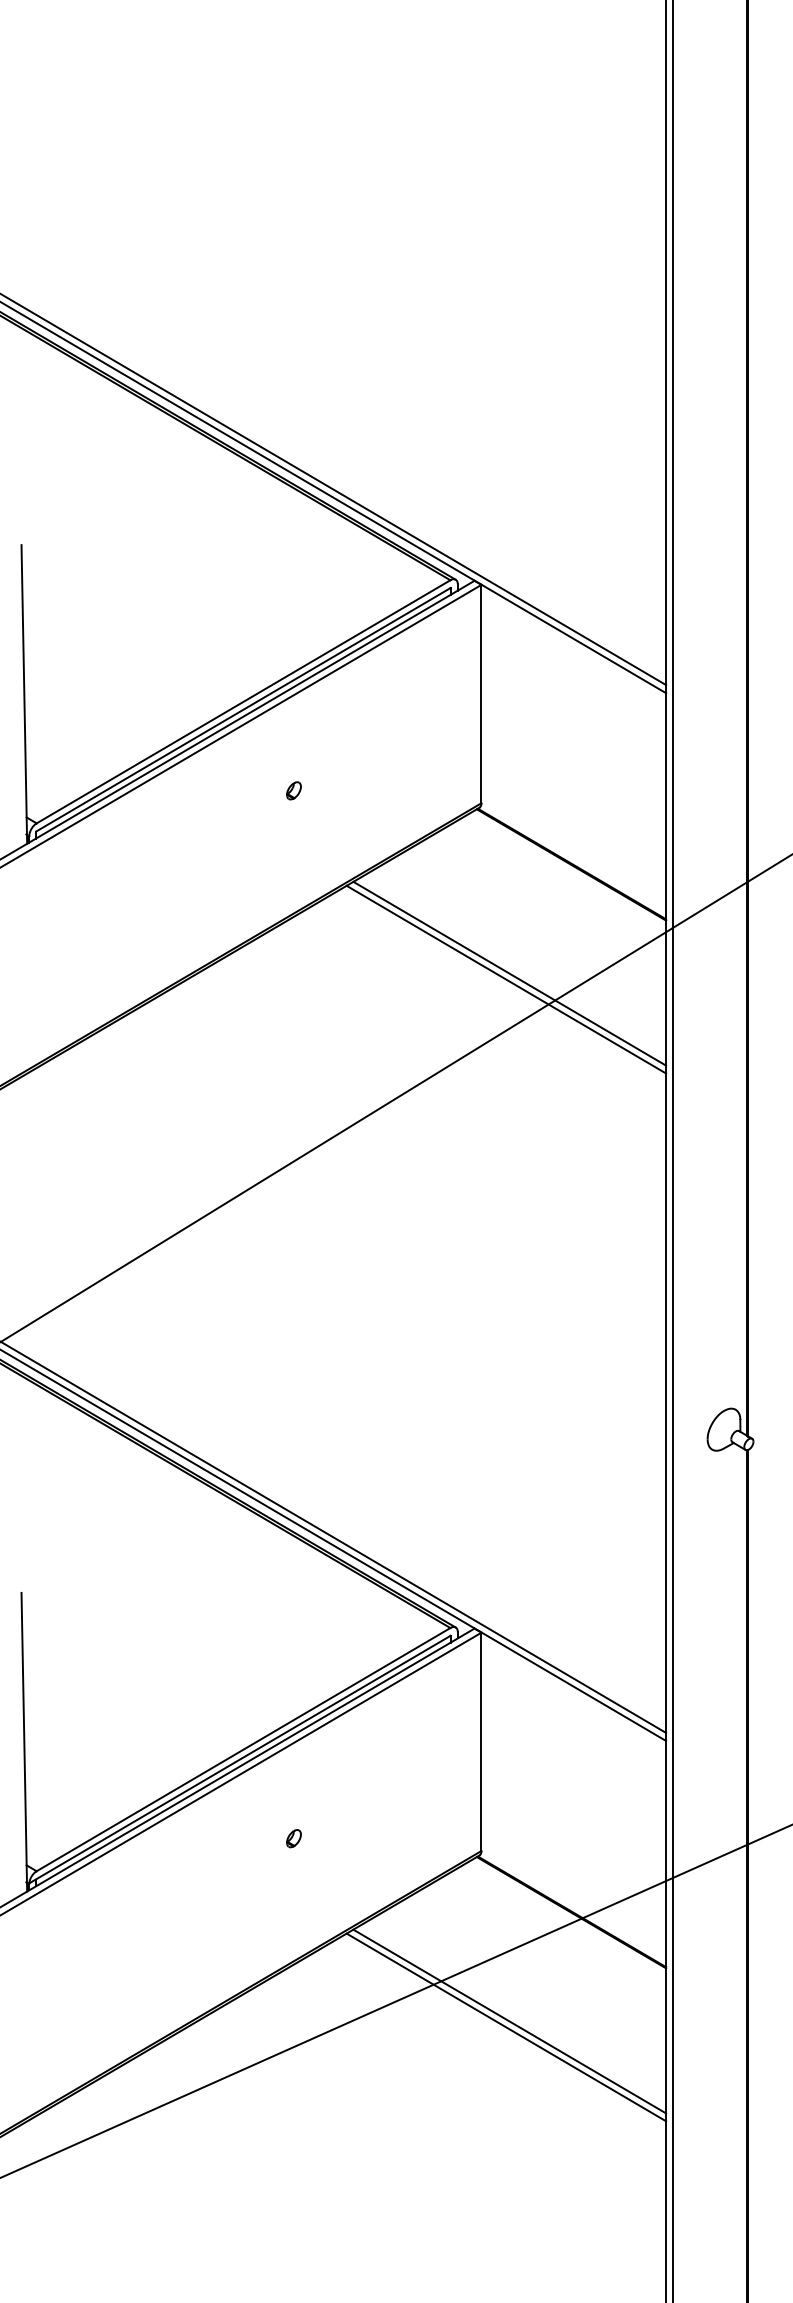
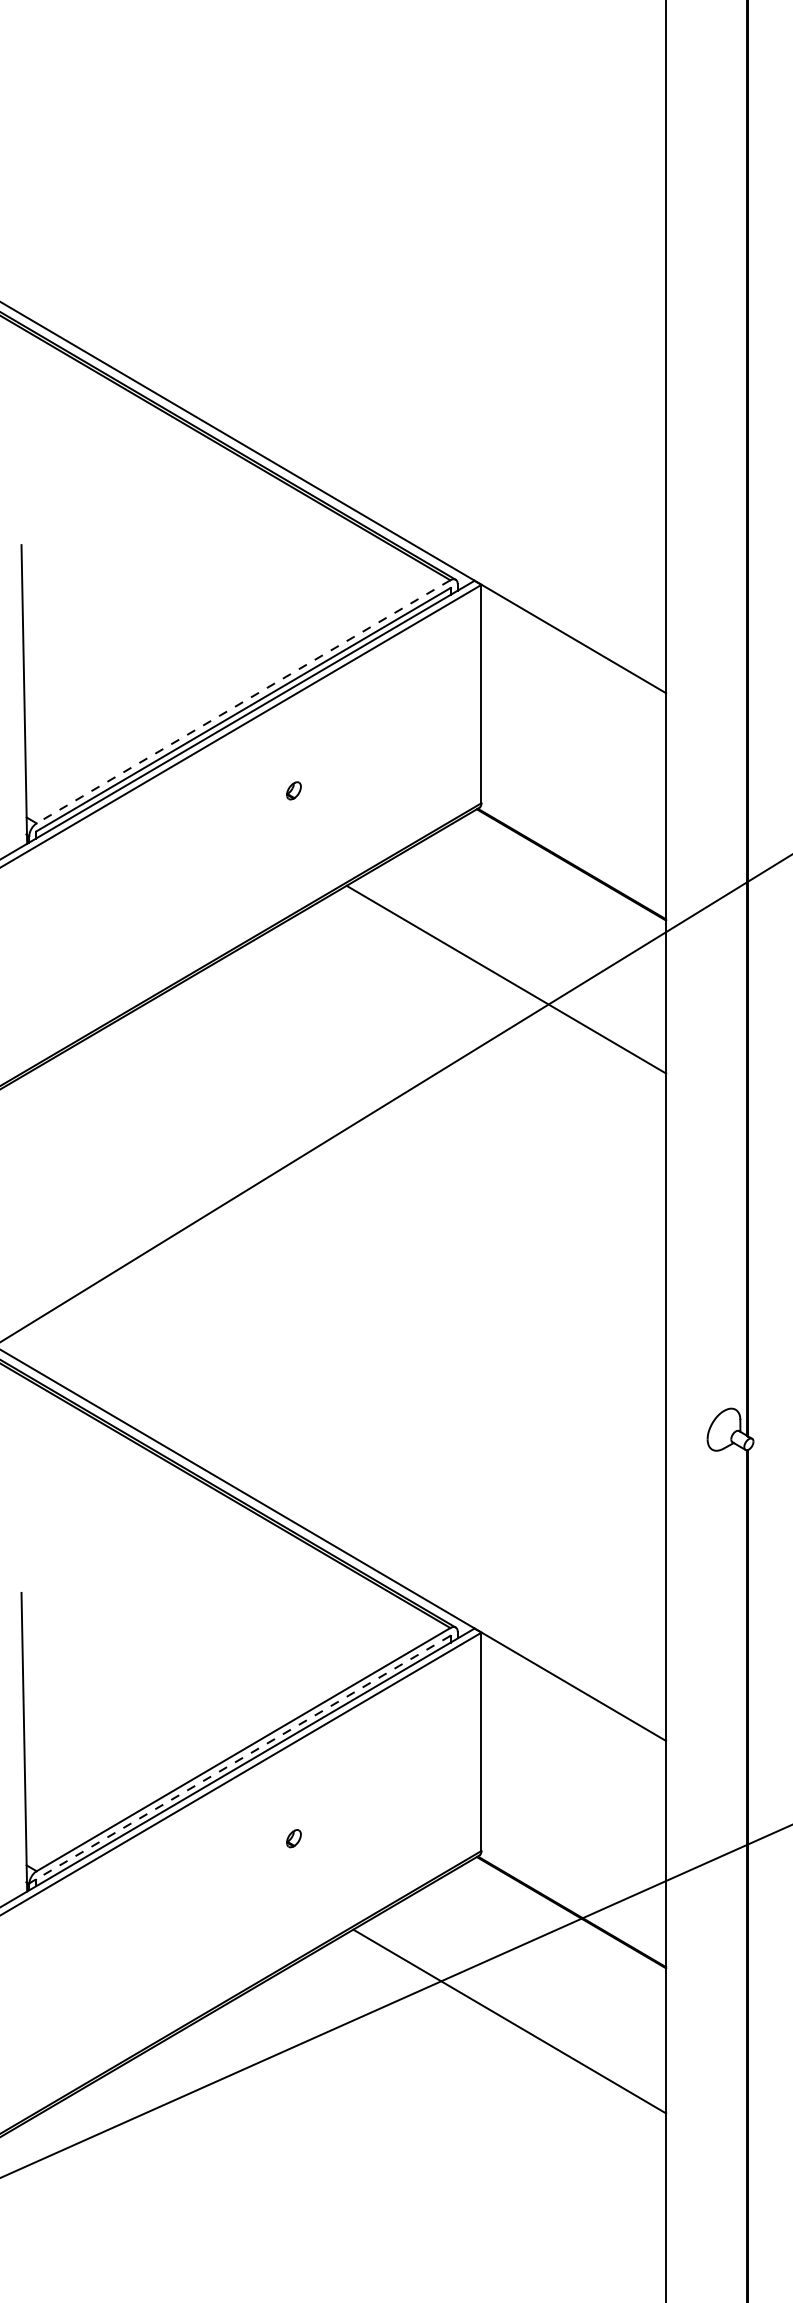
line at (334, 489): present -> none
line at (243, 701): solid -> dashed
line at (509, 973): present -> none
line at (672, 1150): present -> none
line at (334, 1537): present -> none
line at (239, 1759): solid -> dashed
line at (506, 2027): present -> none
